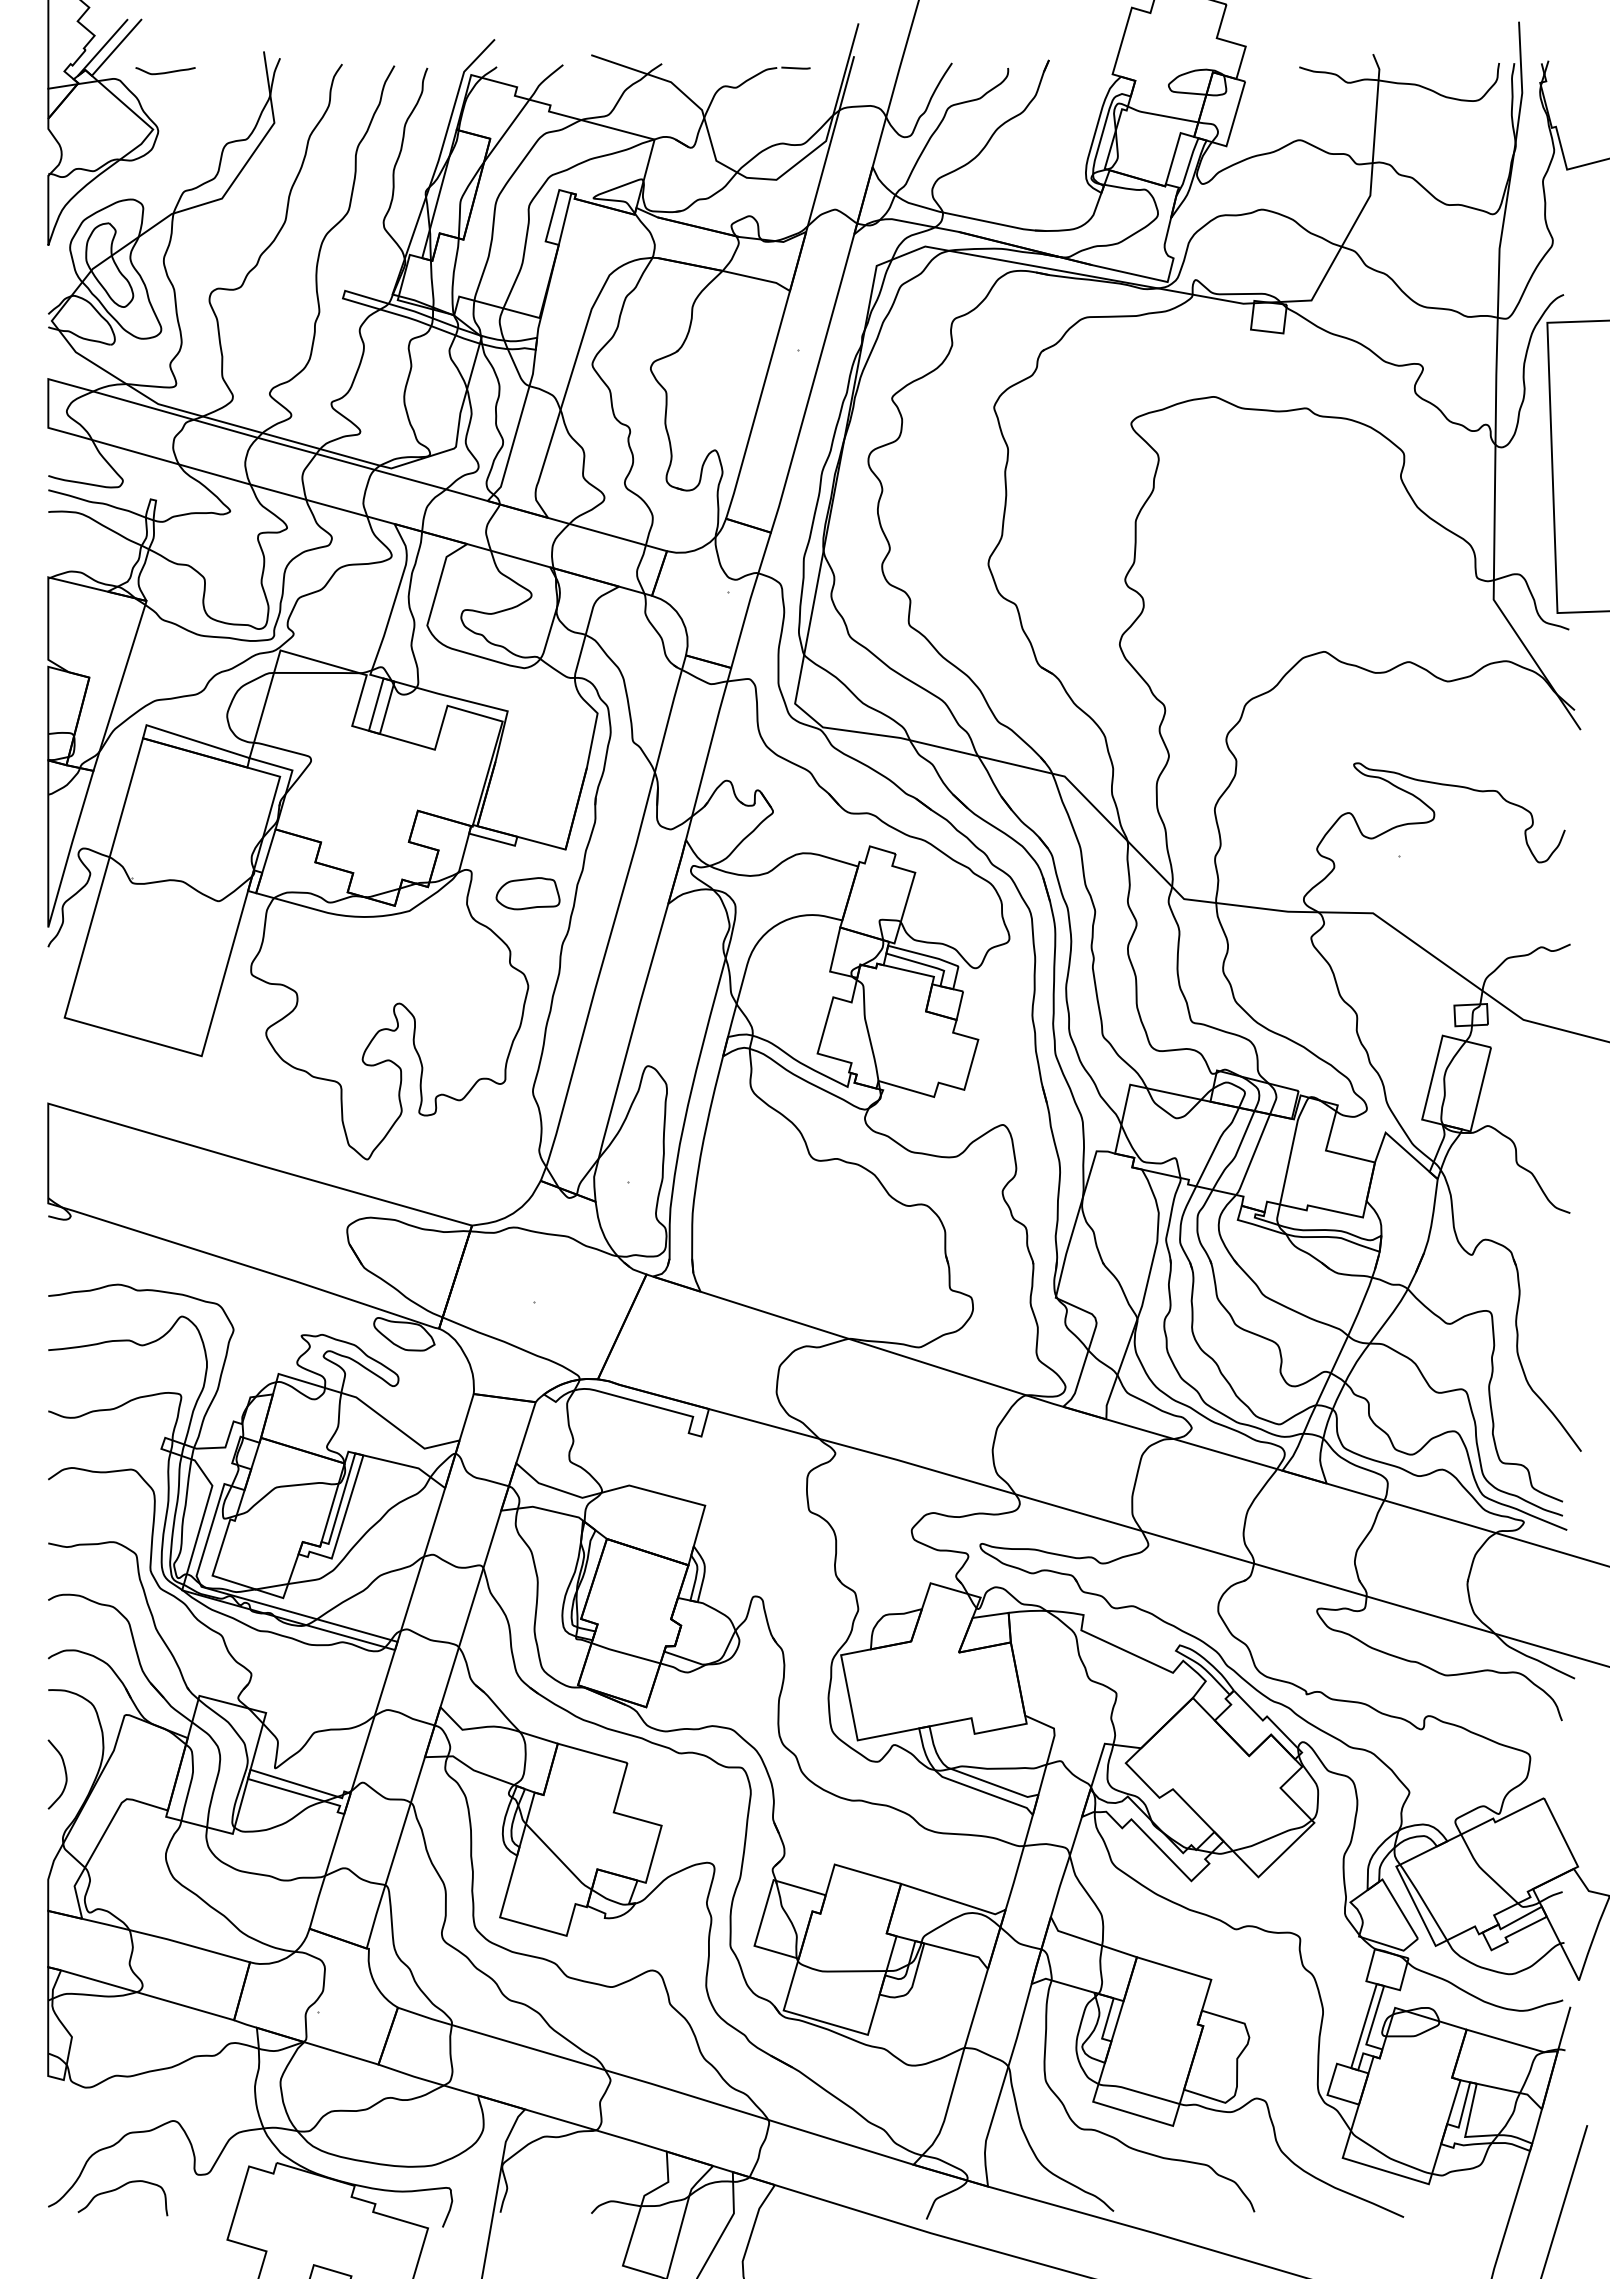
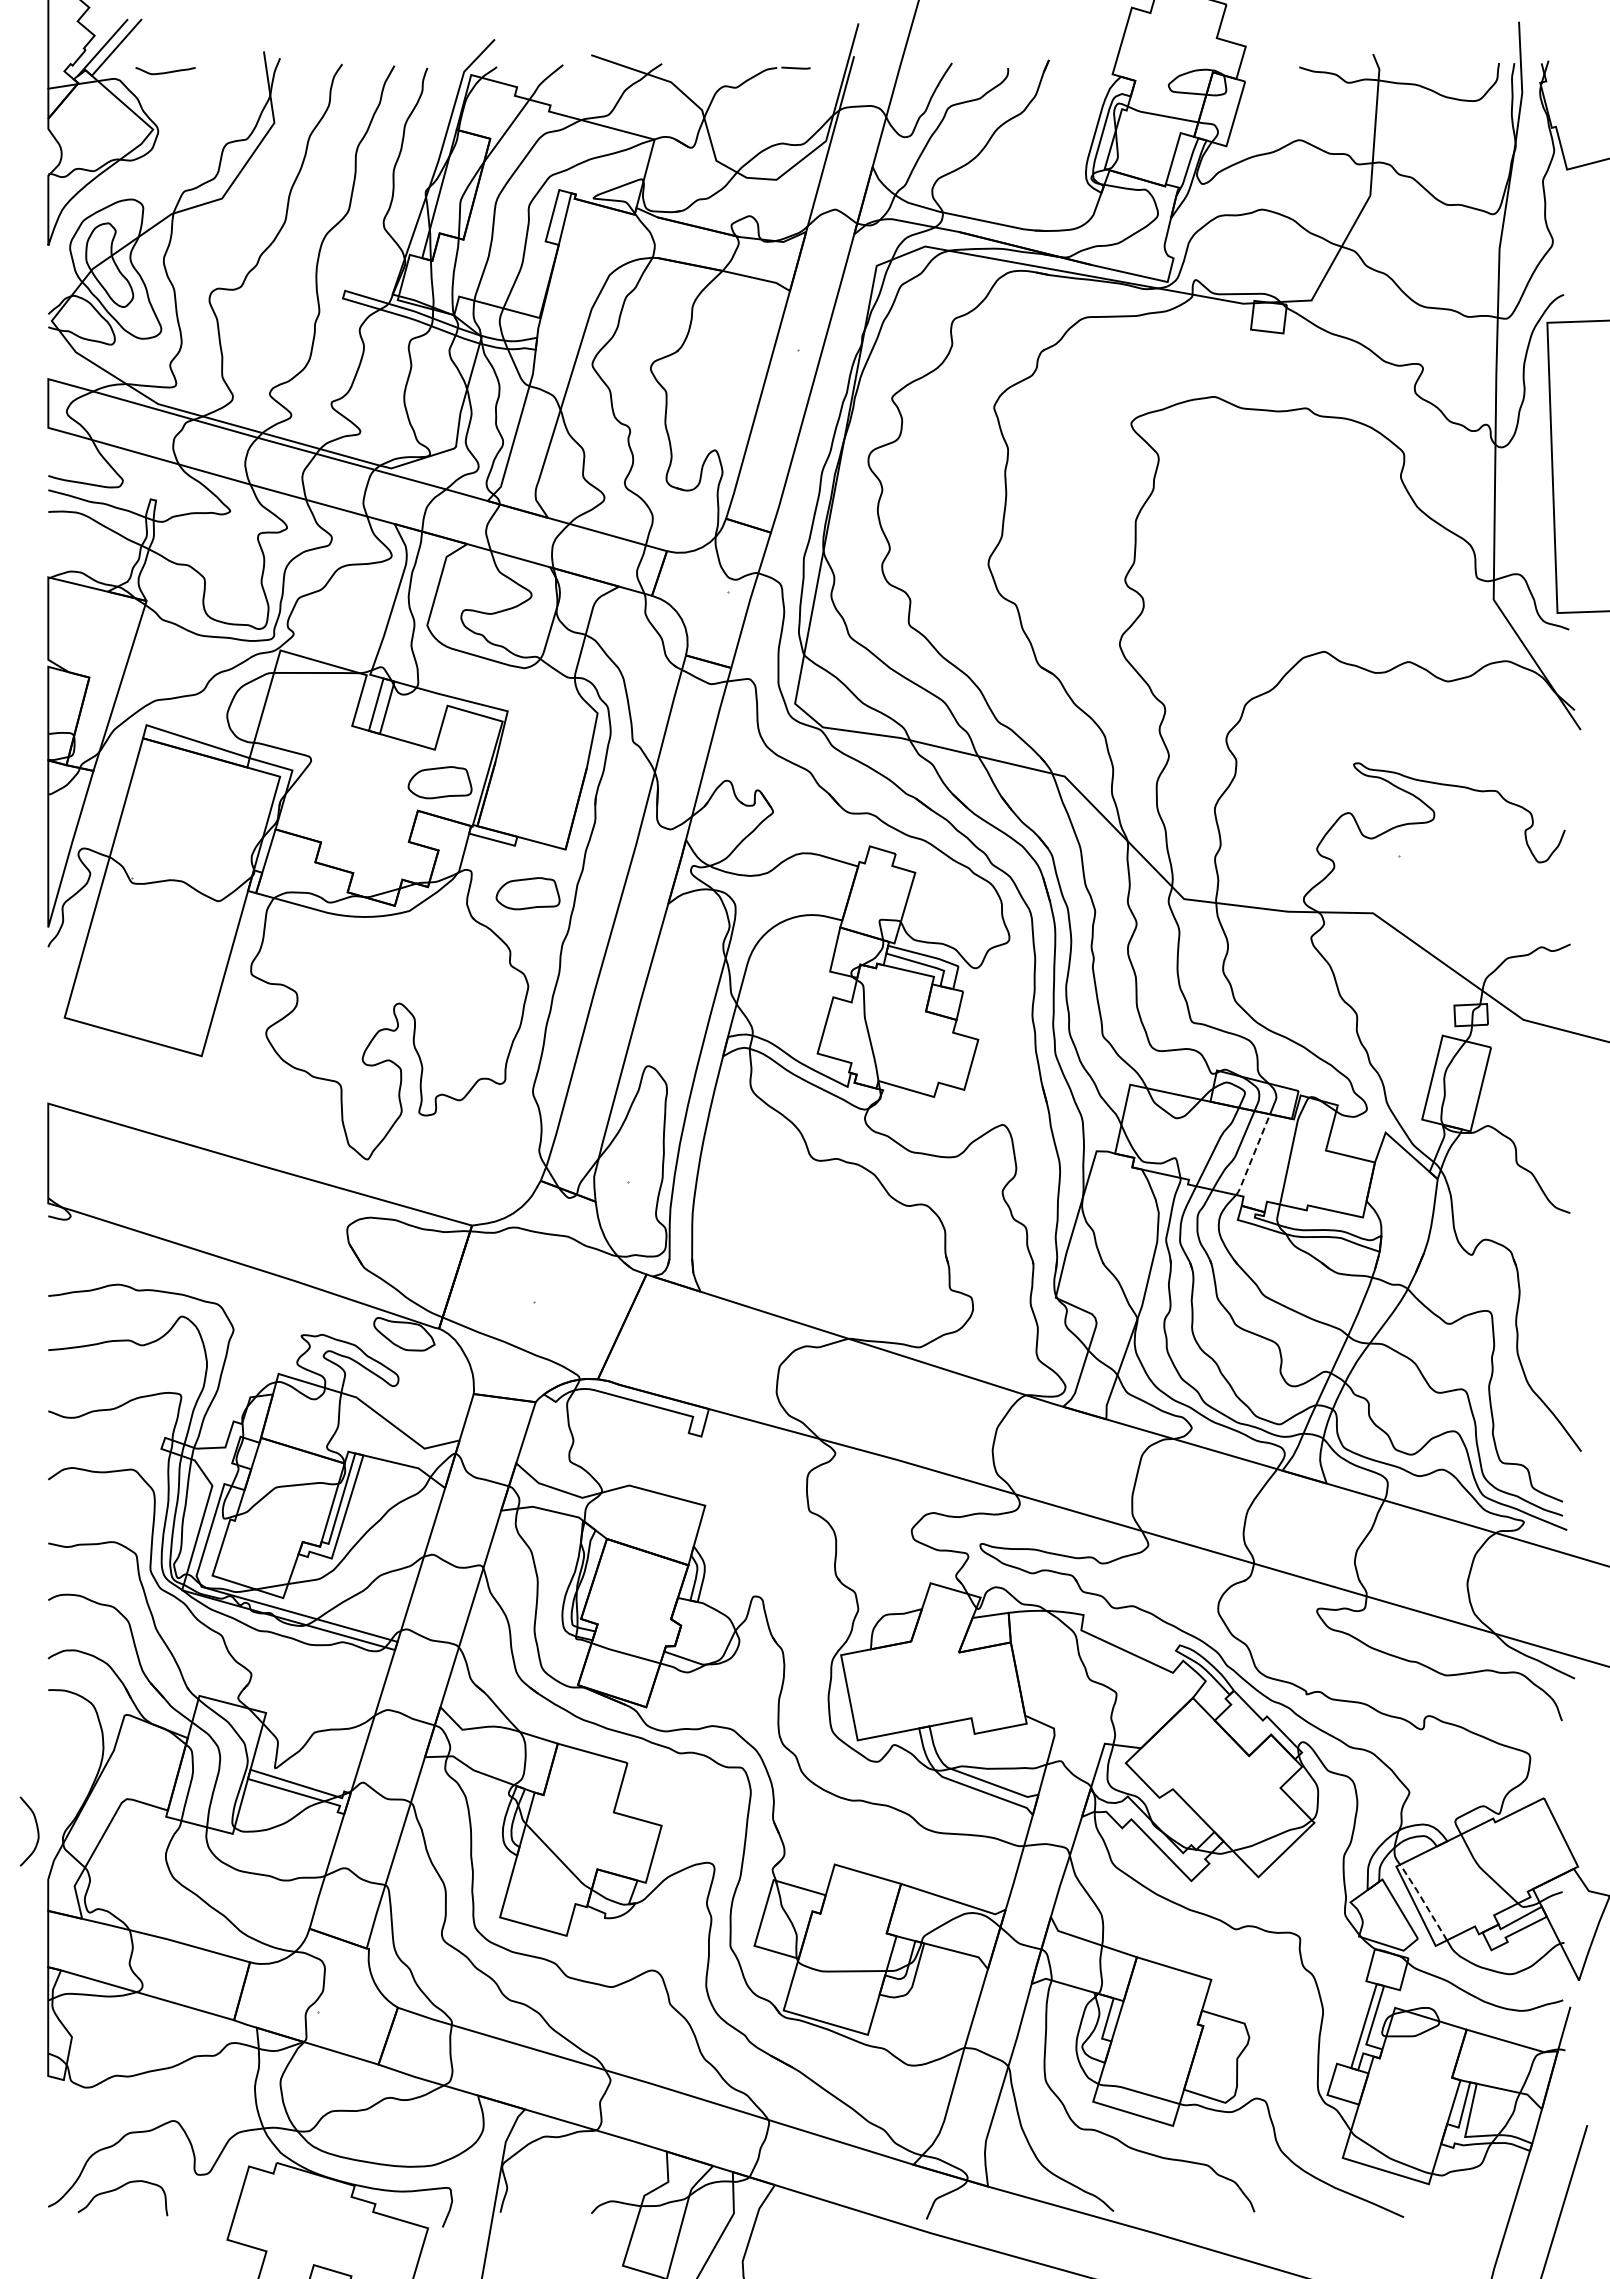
part at (439, 782): none -> present
line at (1253, 1155): solid -> dashed
curve at (64, 1771) position: (64, 1771) -> (36, 1828)
line at (1423, 1901): solid -> dashed
